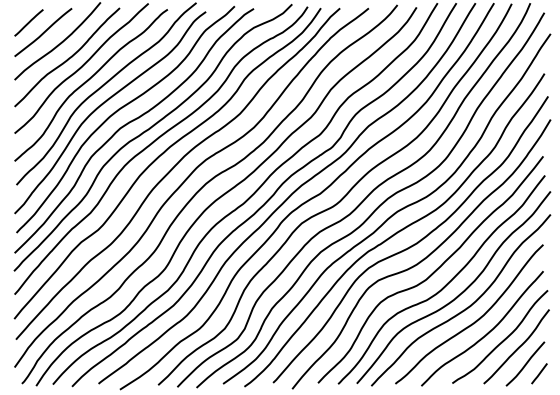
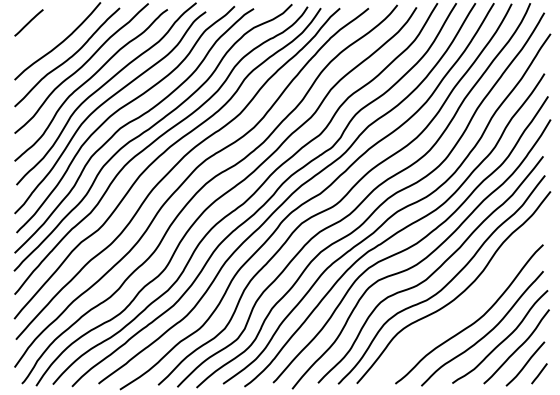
curve at (43, 32): present -> none
curve at (466, 307): present -> none
